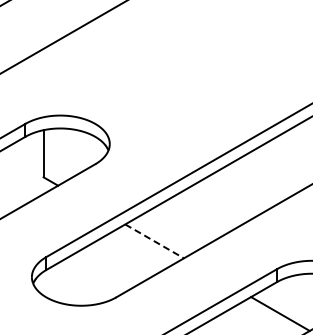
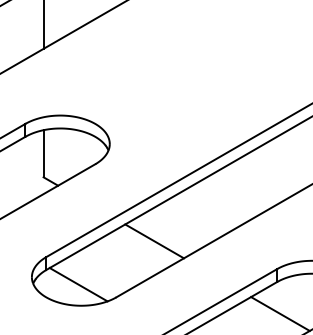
line at (43, 25): none -> present
line at (154, 241): dashed -> solid
line at (78, 284): none -> present
